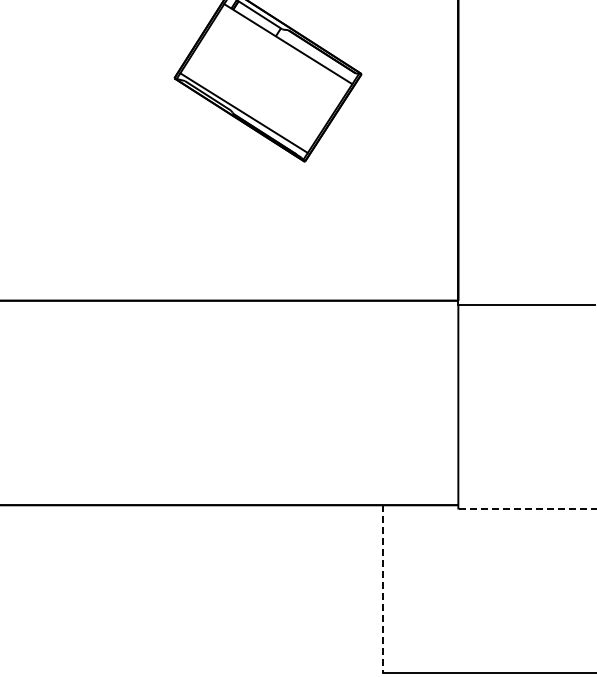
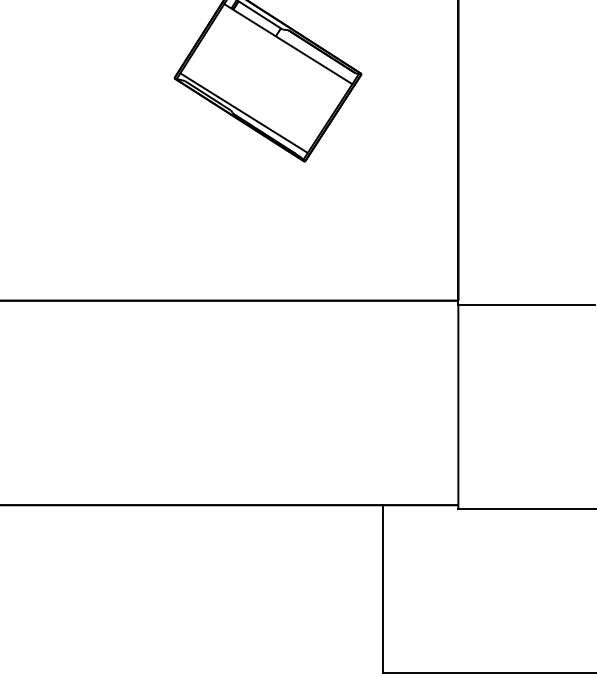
line at (527, 509): dashed -> solid
line at (382, 588): dashed -> solid
